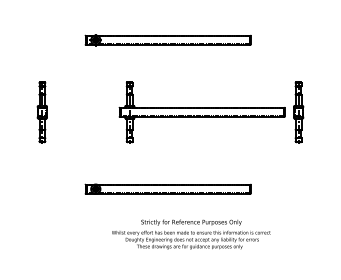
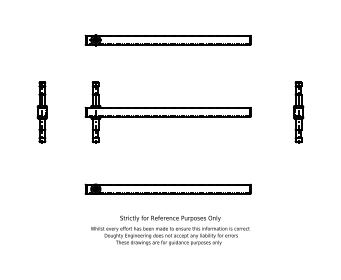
part at (201, 112) position: (201, 112) -> (167, 112)
text at (191, 234) position: (191, 234) -> (170, 230)
